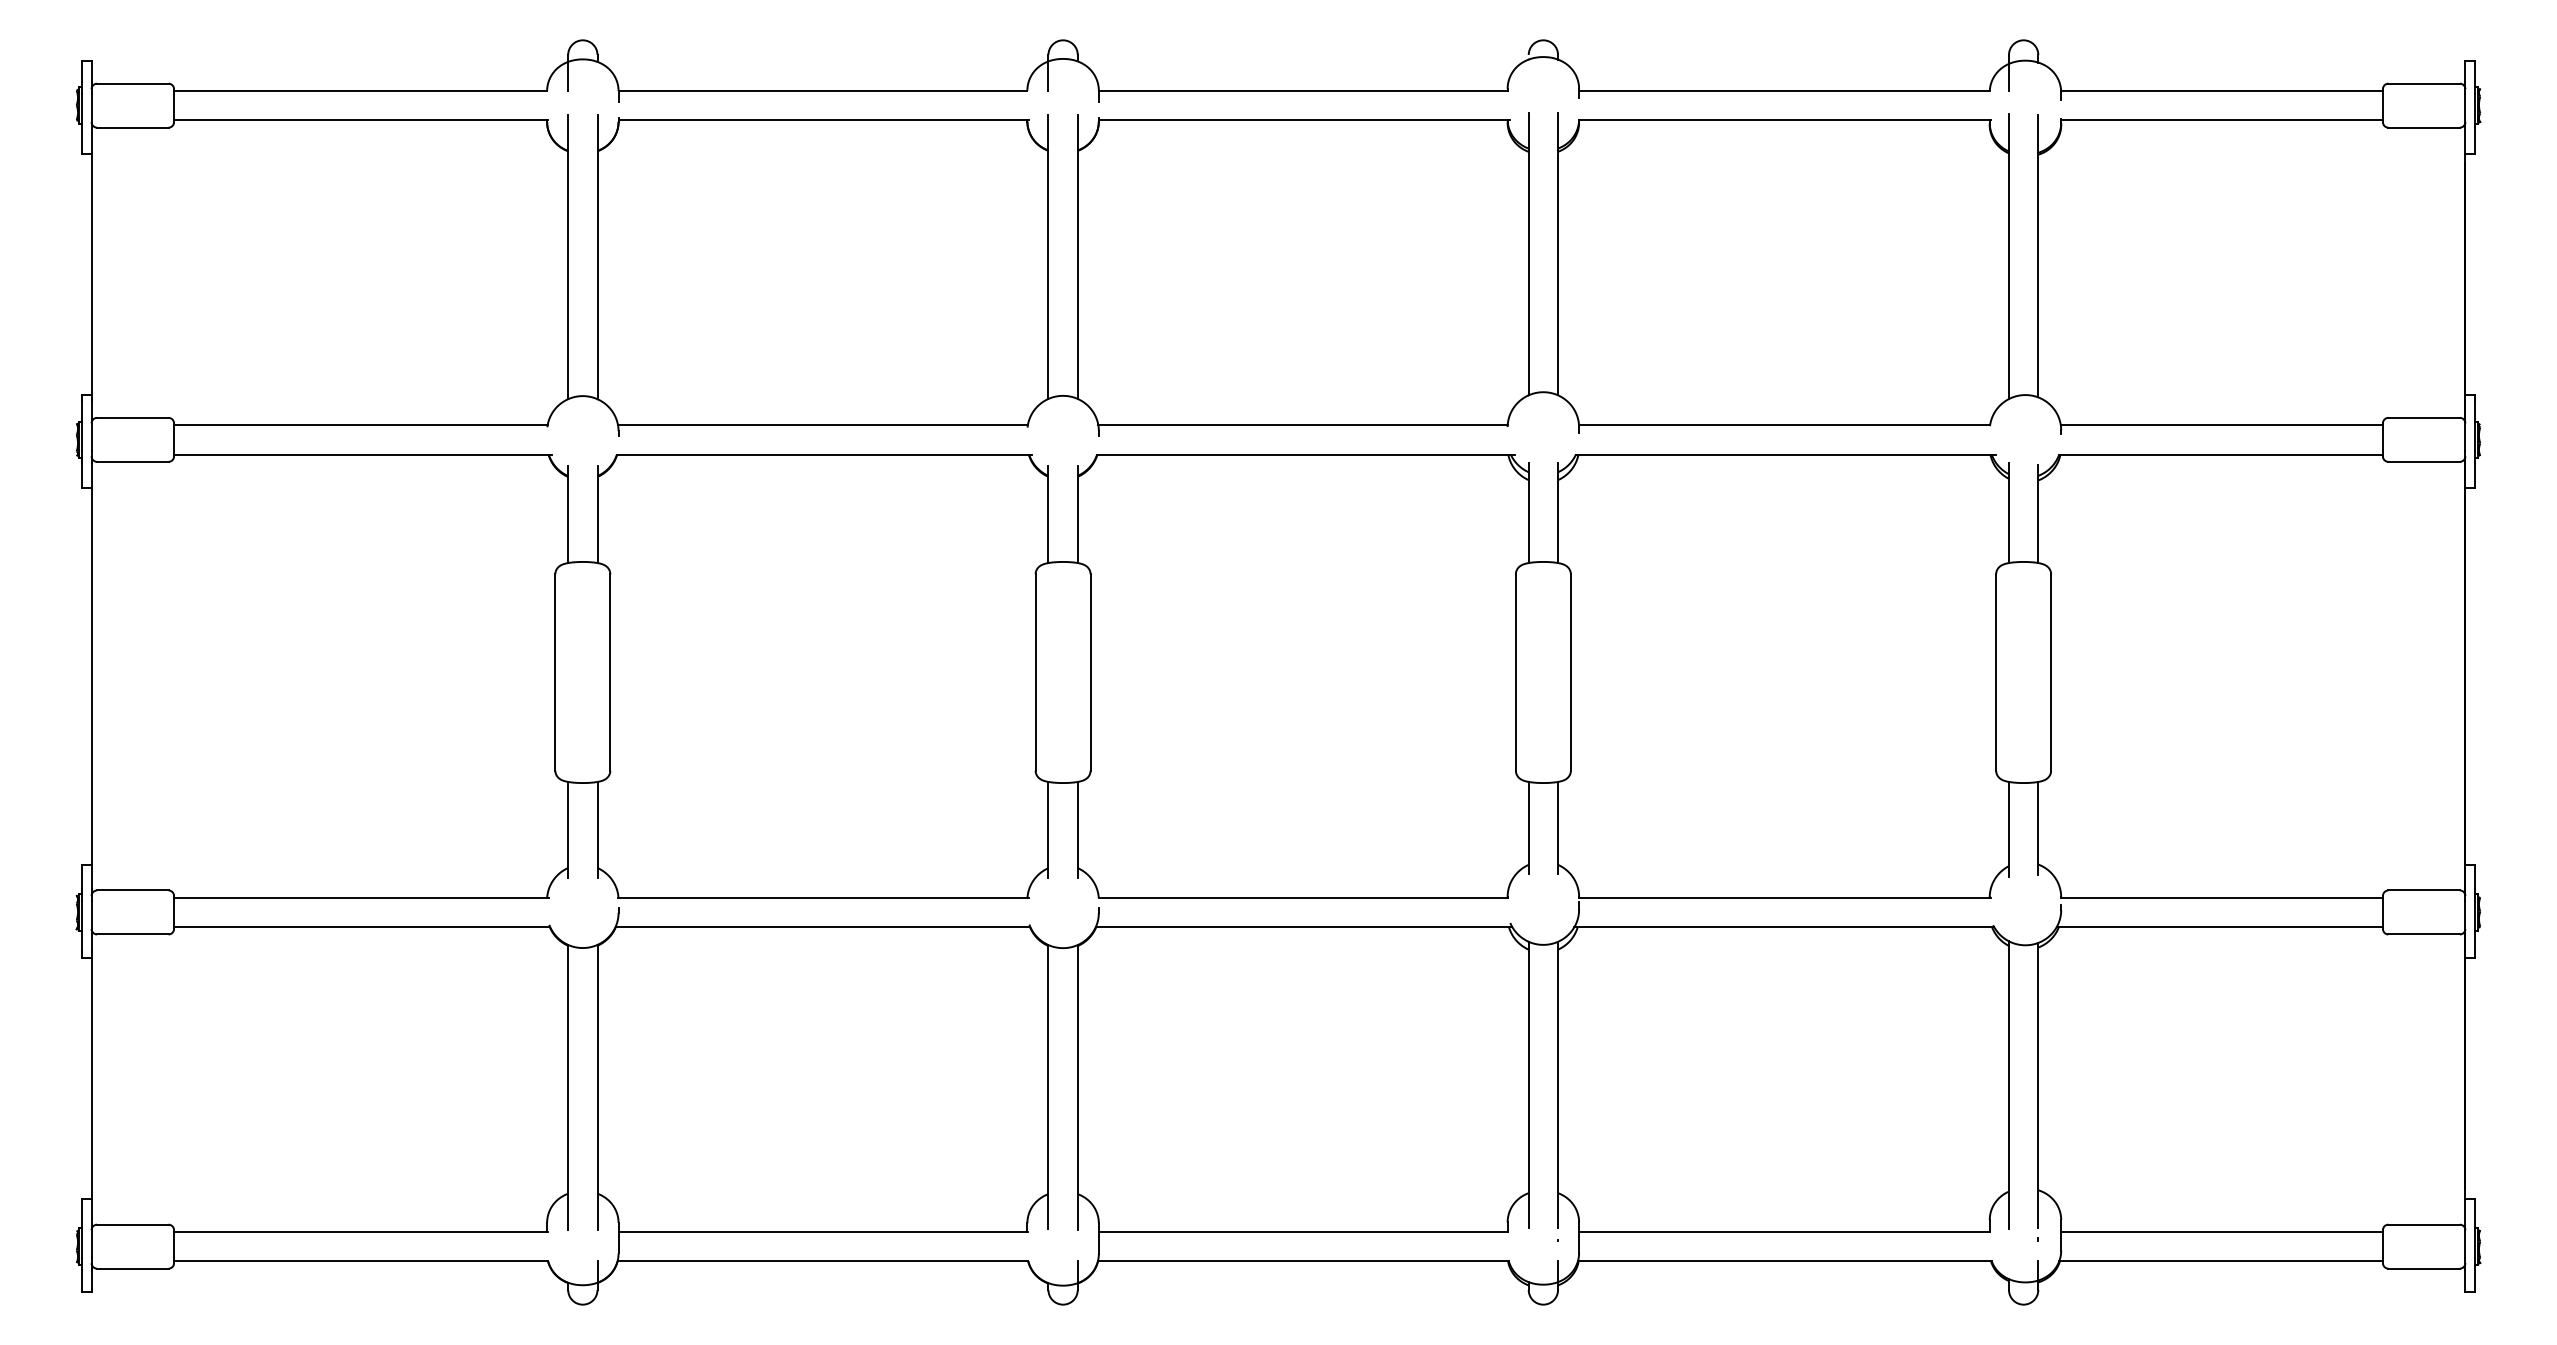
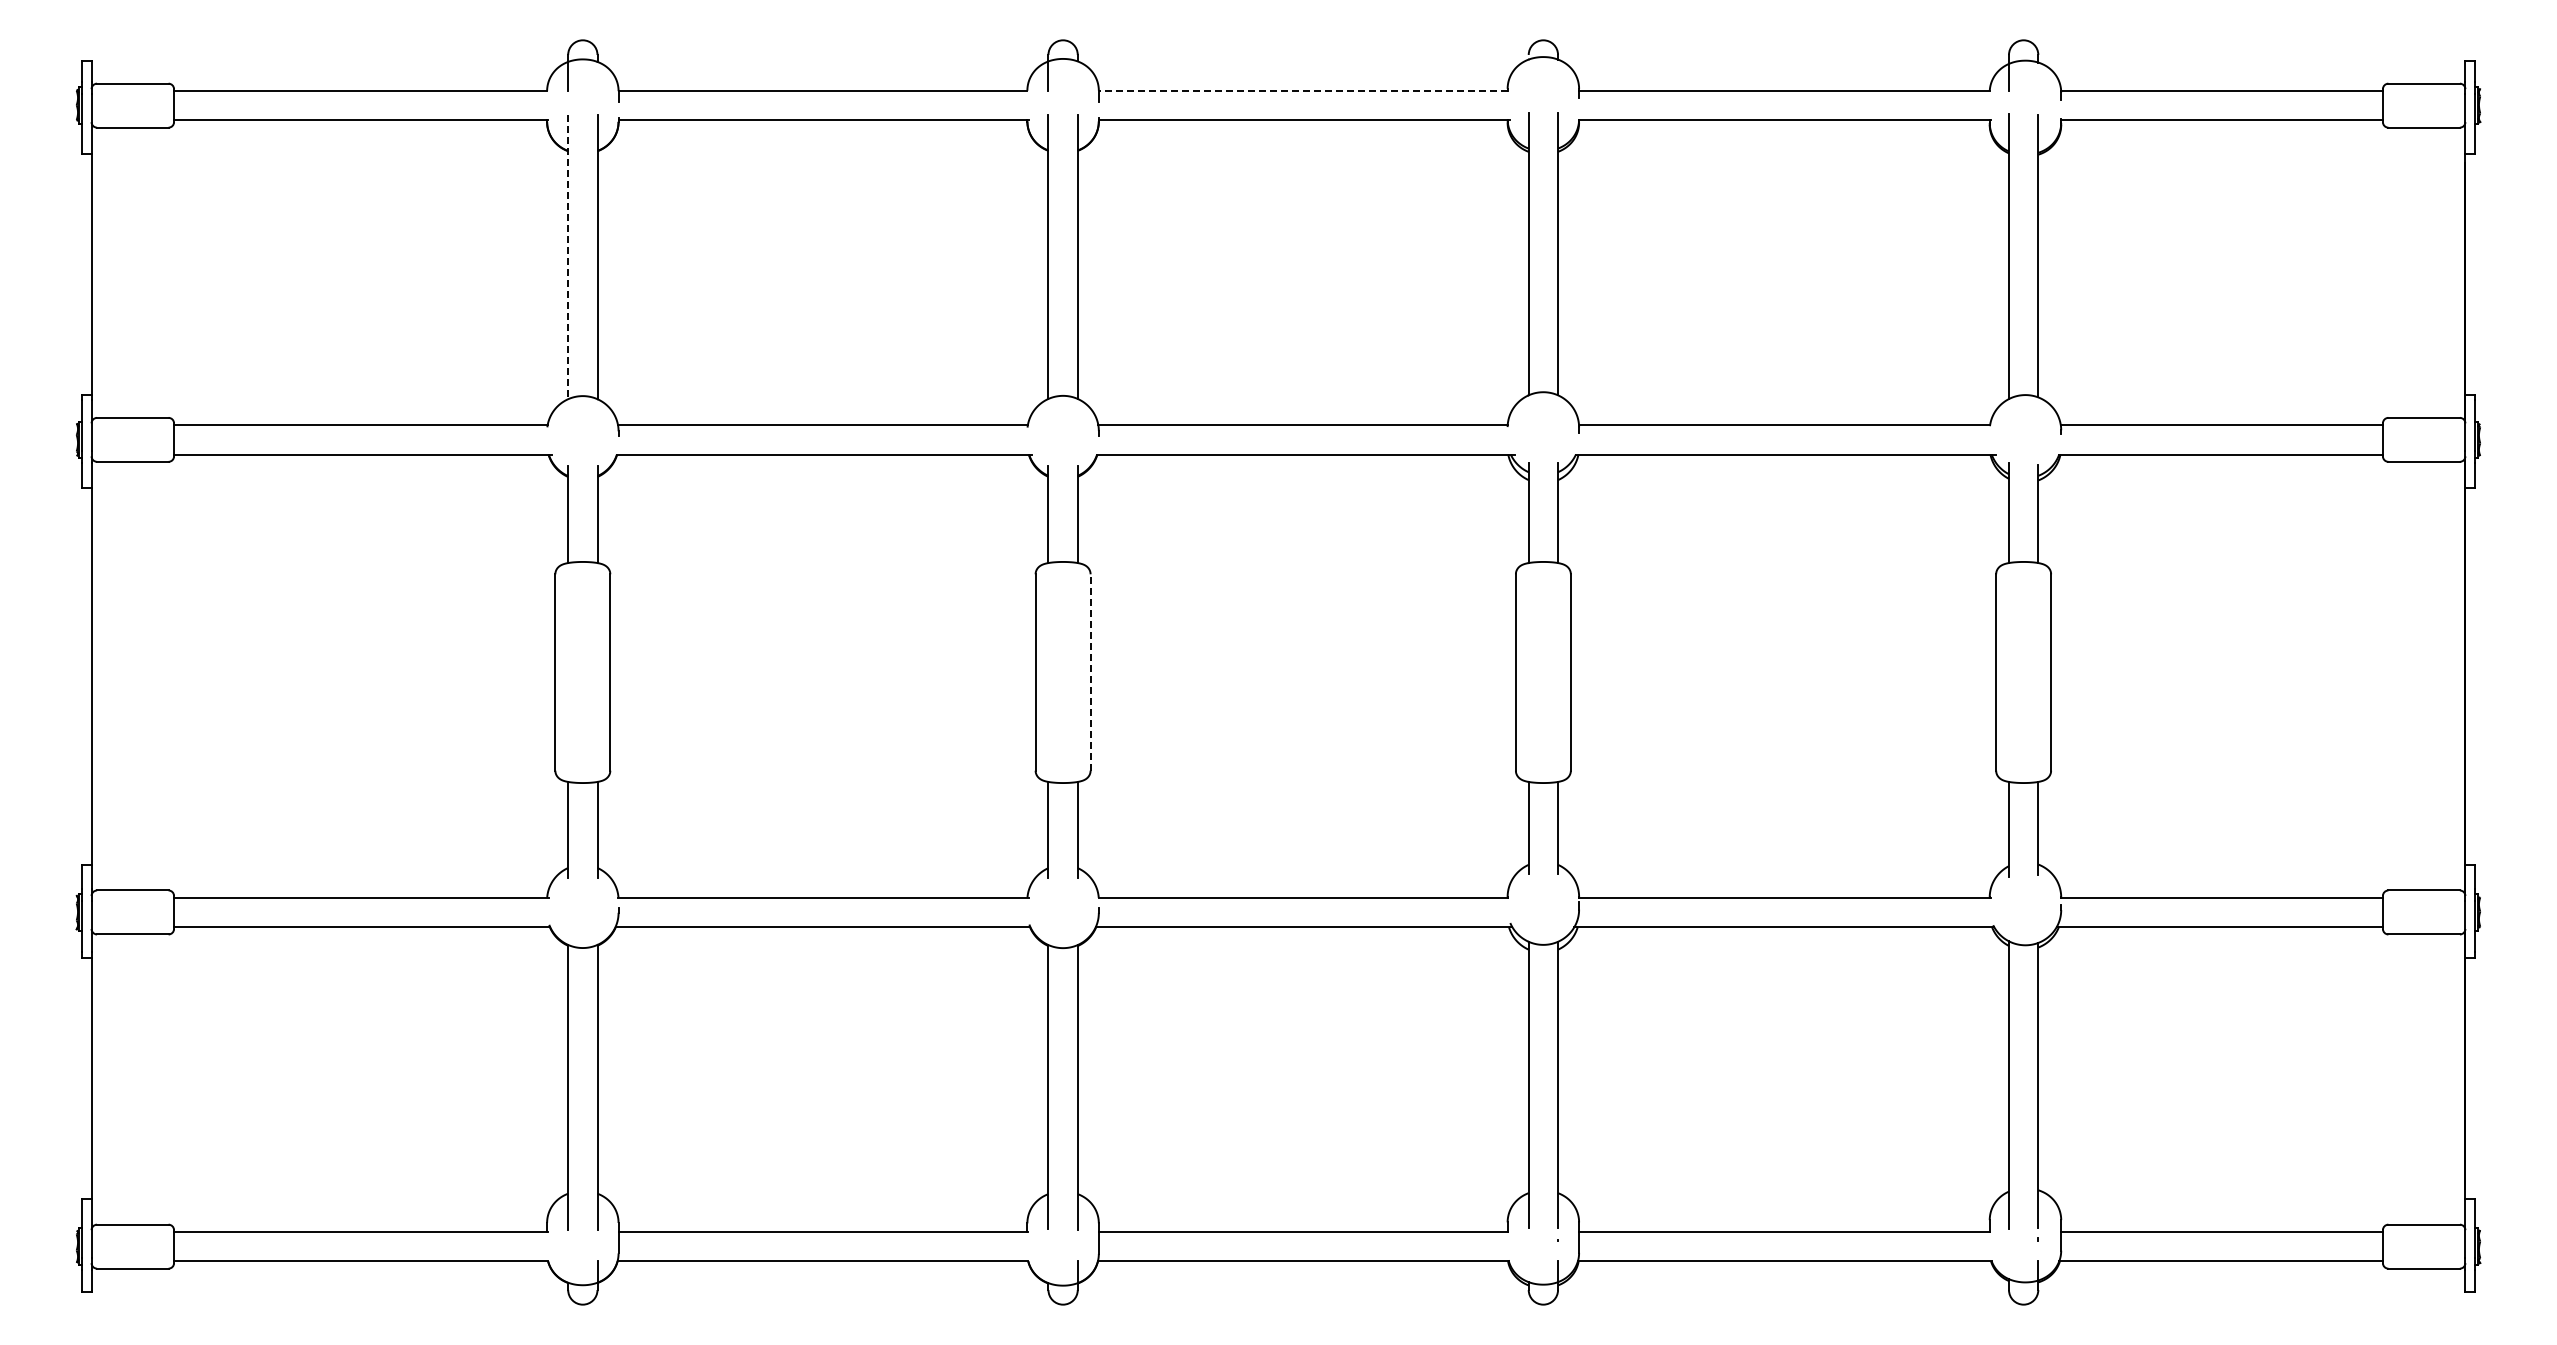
line at (1302, 91): solid -> dashed
line at (568, 257): solid -> dashed
line at (1090, 672): solid -> dashed
